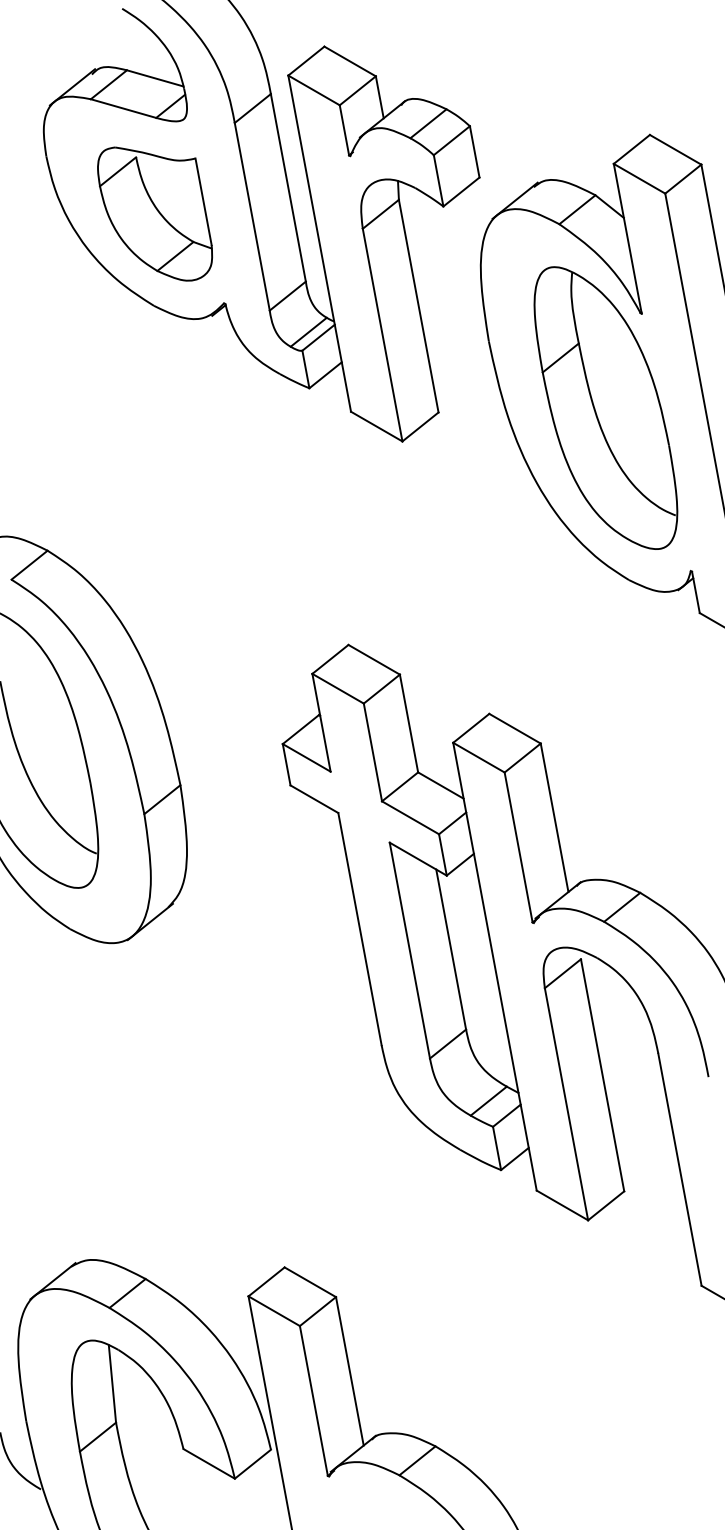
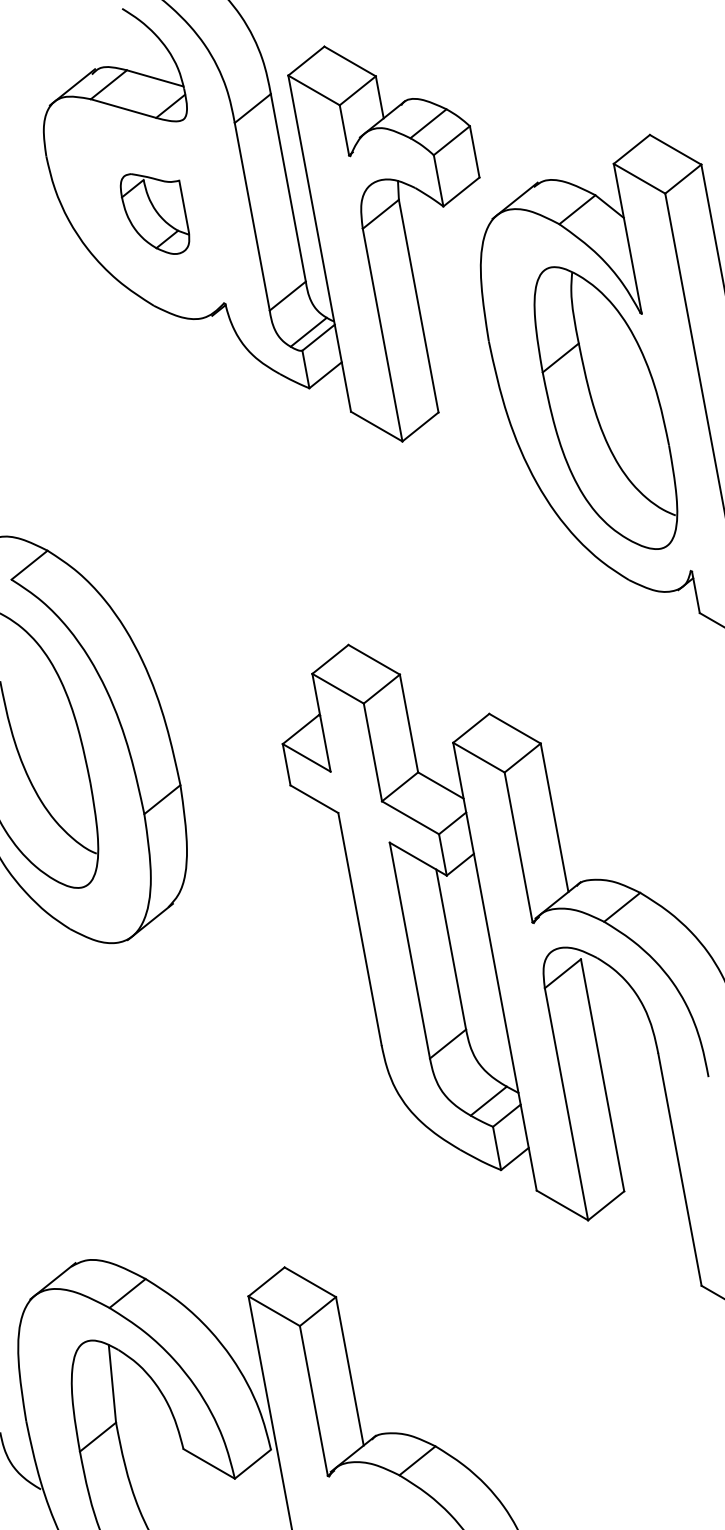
part at (154, 213) size: 116x136 px -> 72x82 px
